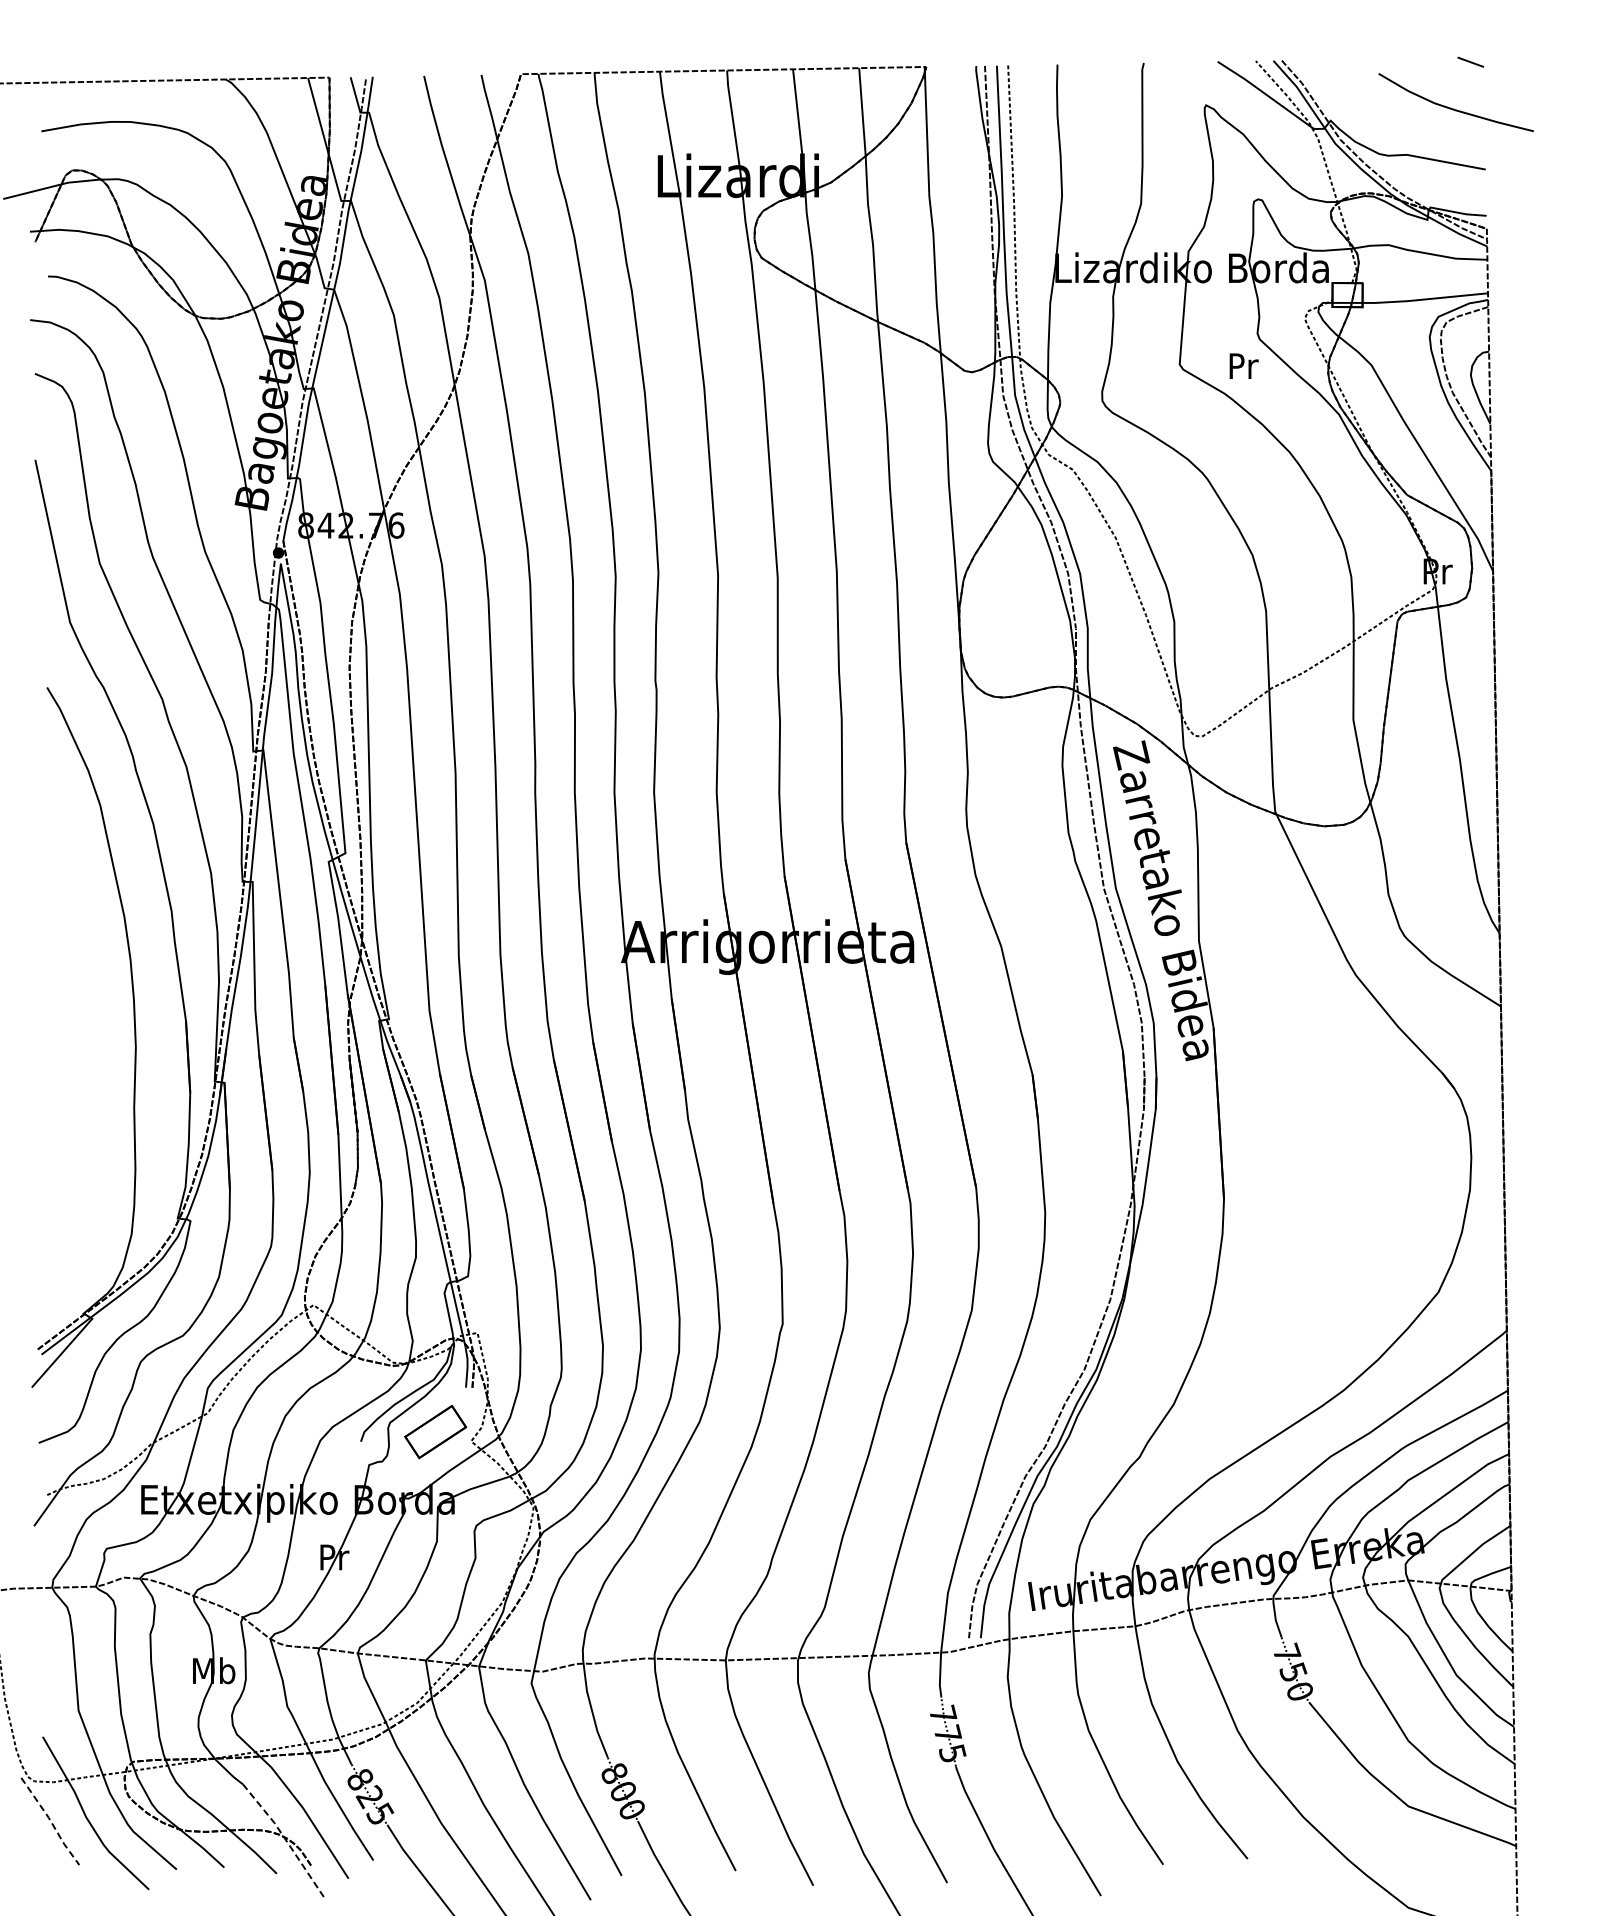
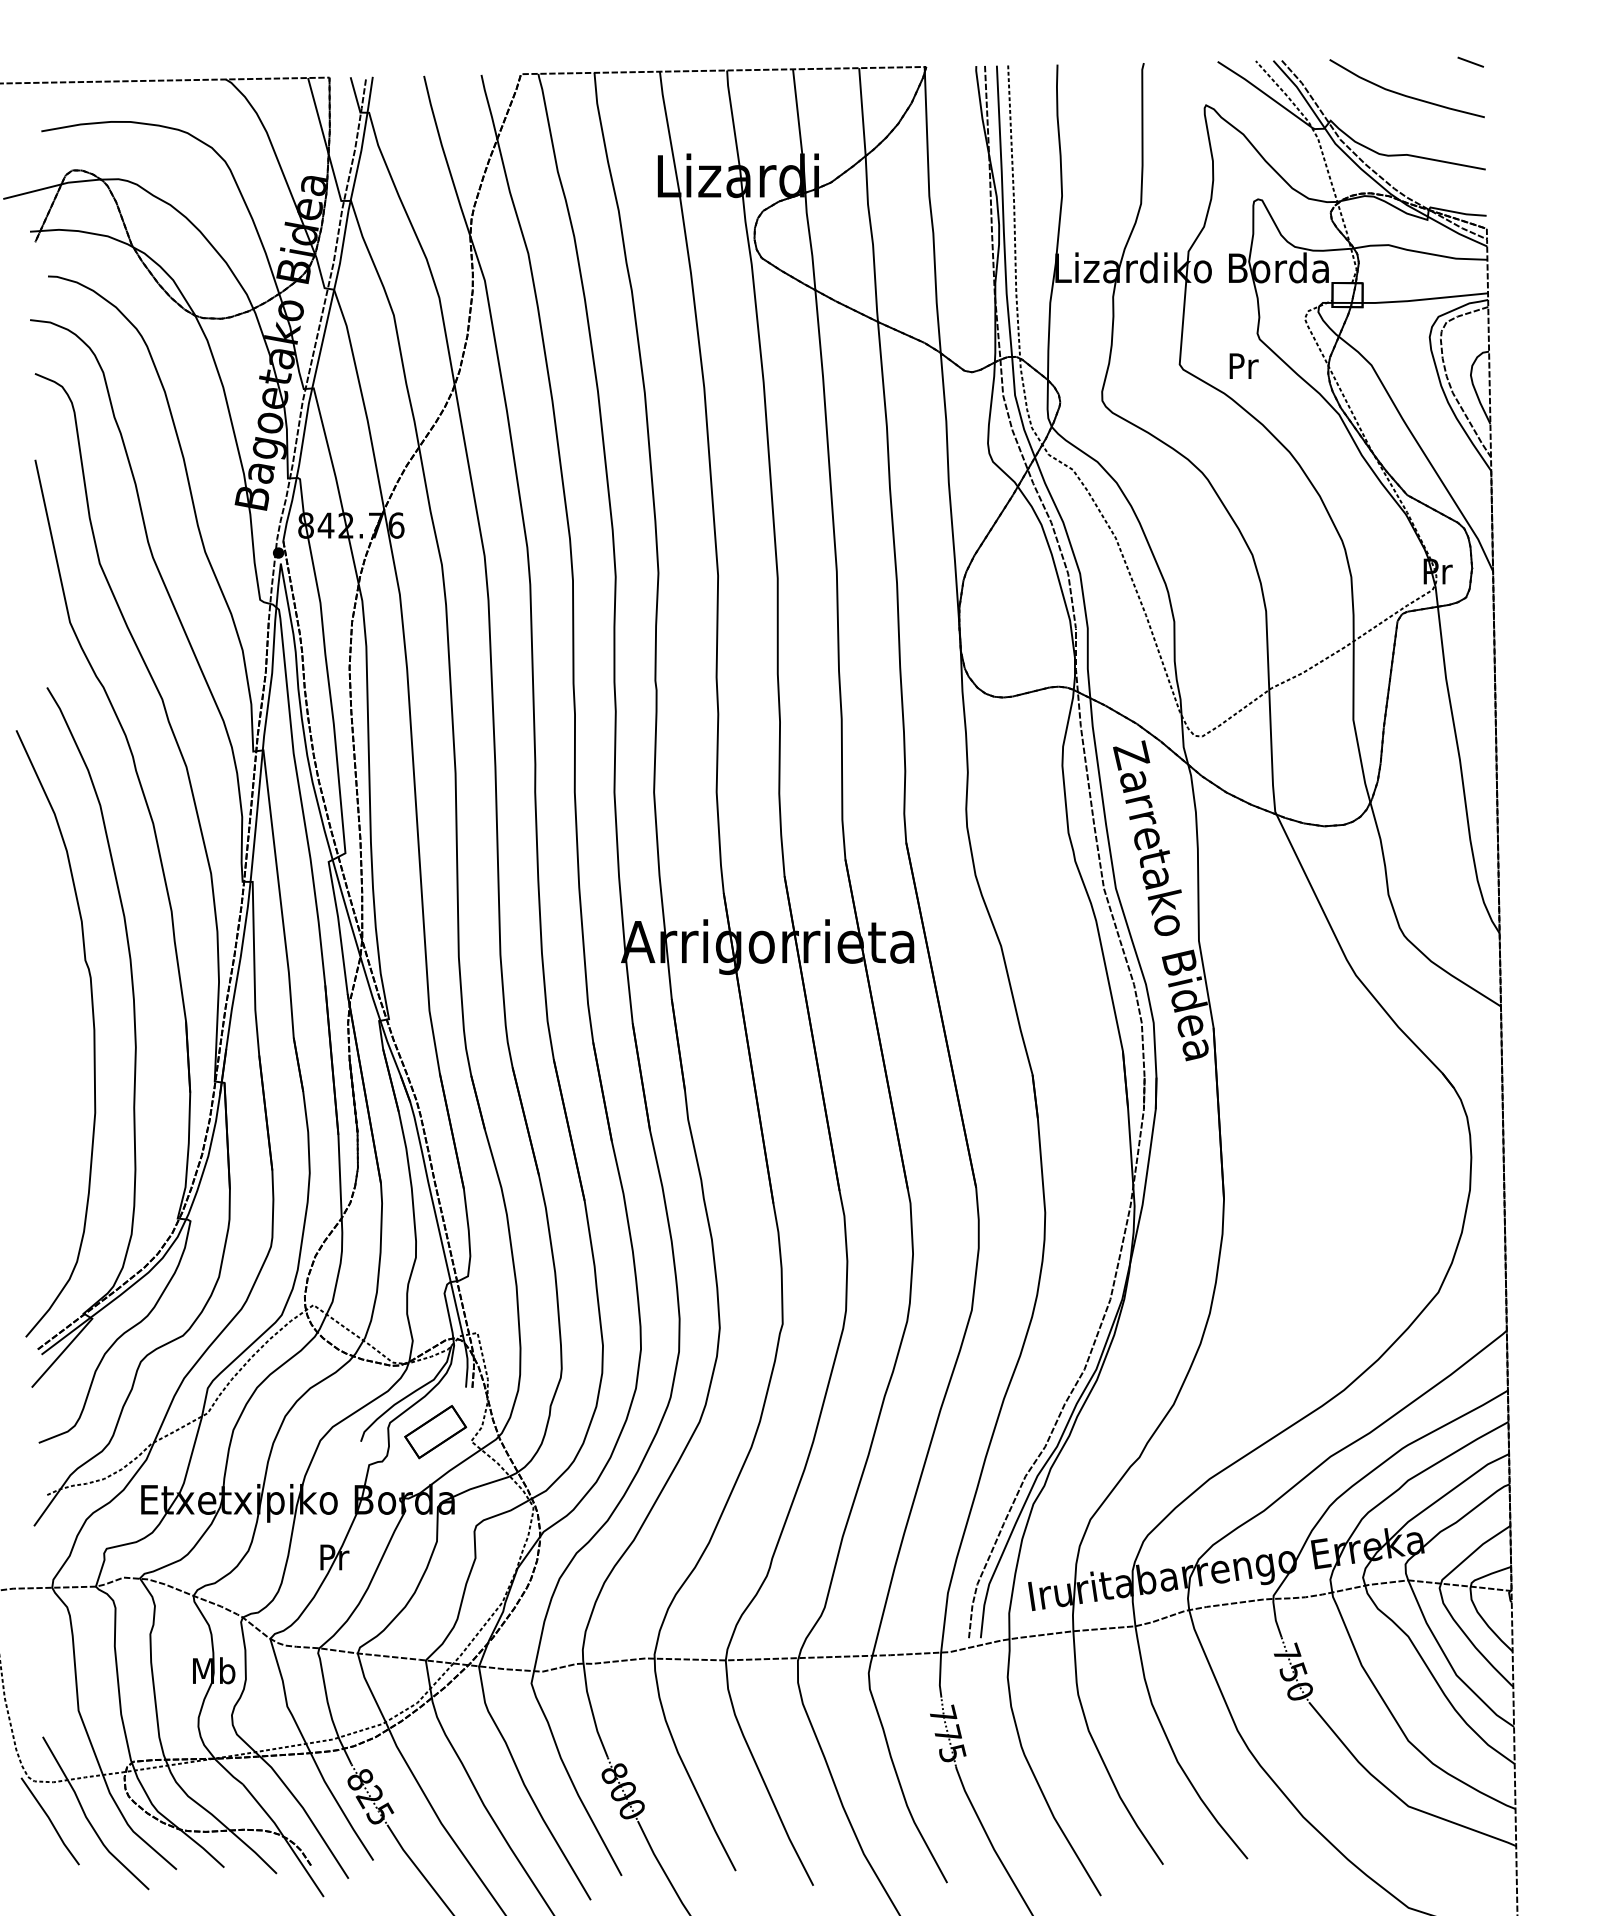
curve at (1453, 108) position: (1453, 108) -> (1404, 94)
curve at (93, 1033): none -> present
line at (50, 1820): dashed -> solid
line at (285, 1838): dashed -> solid
